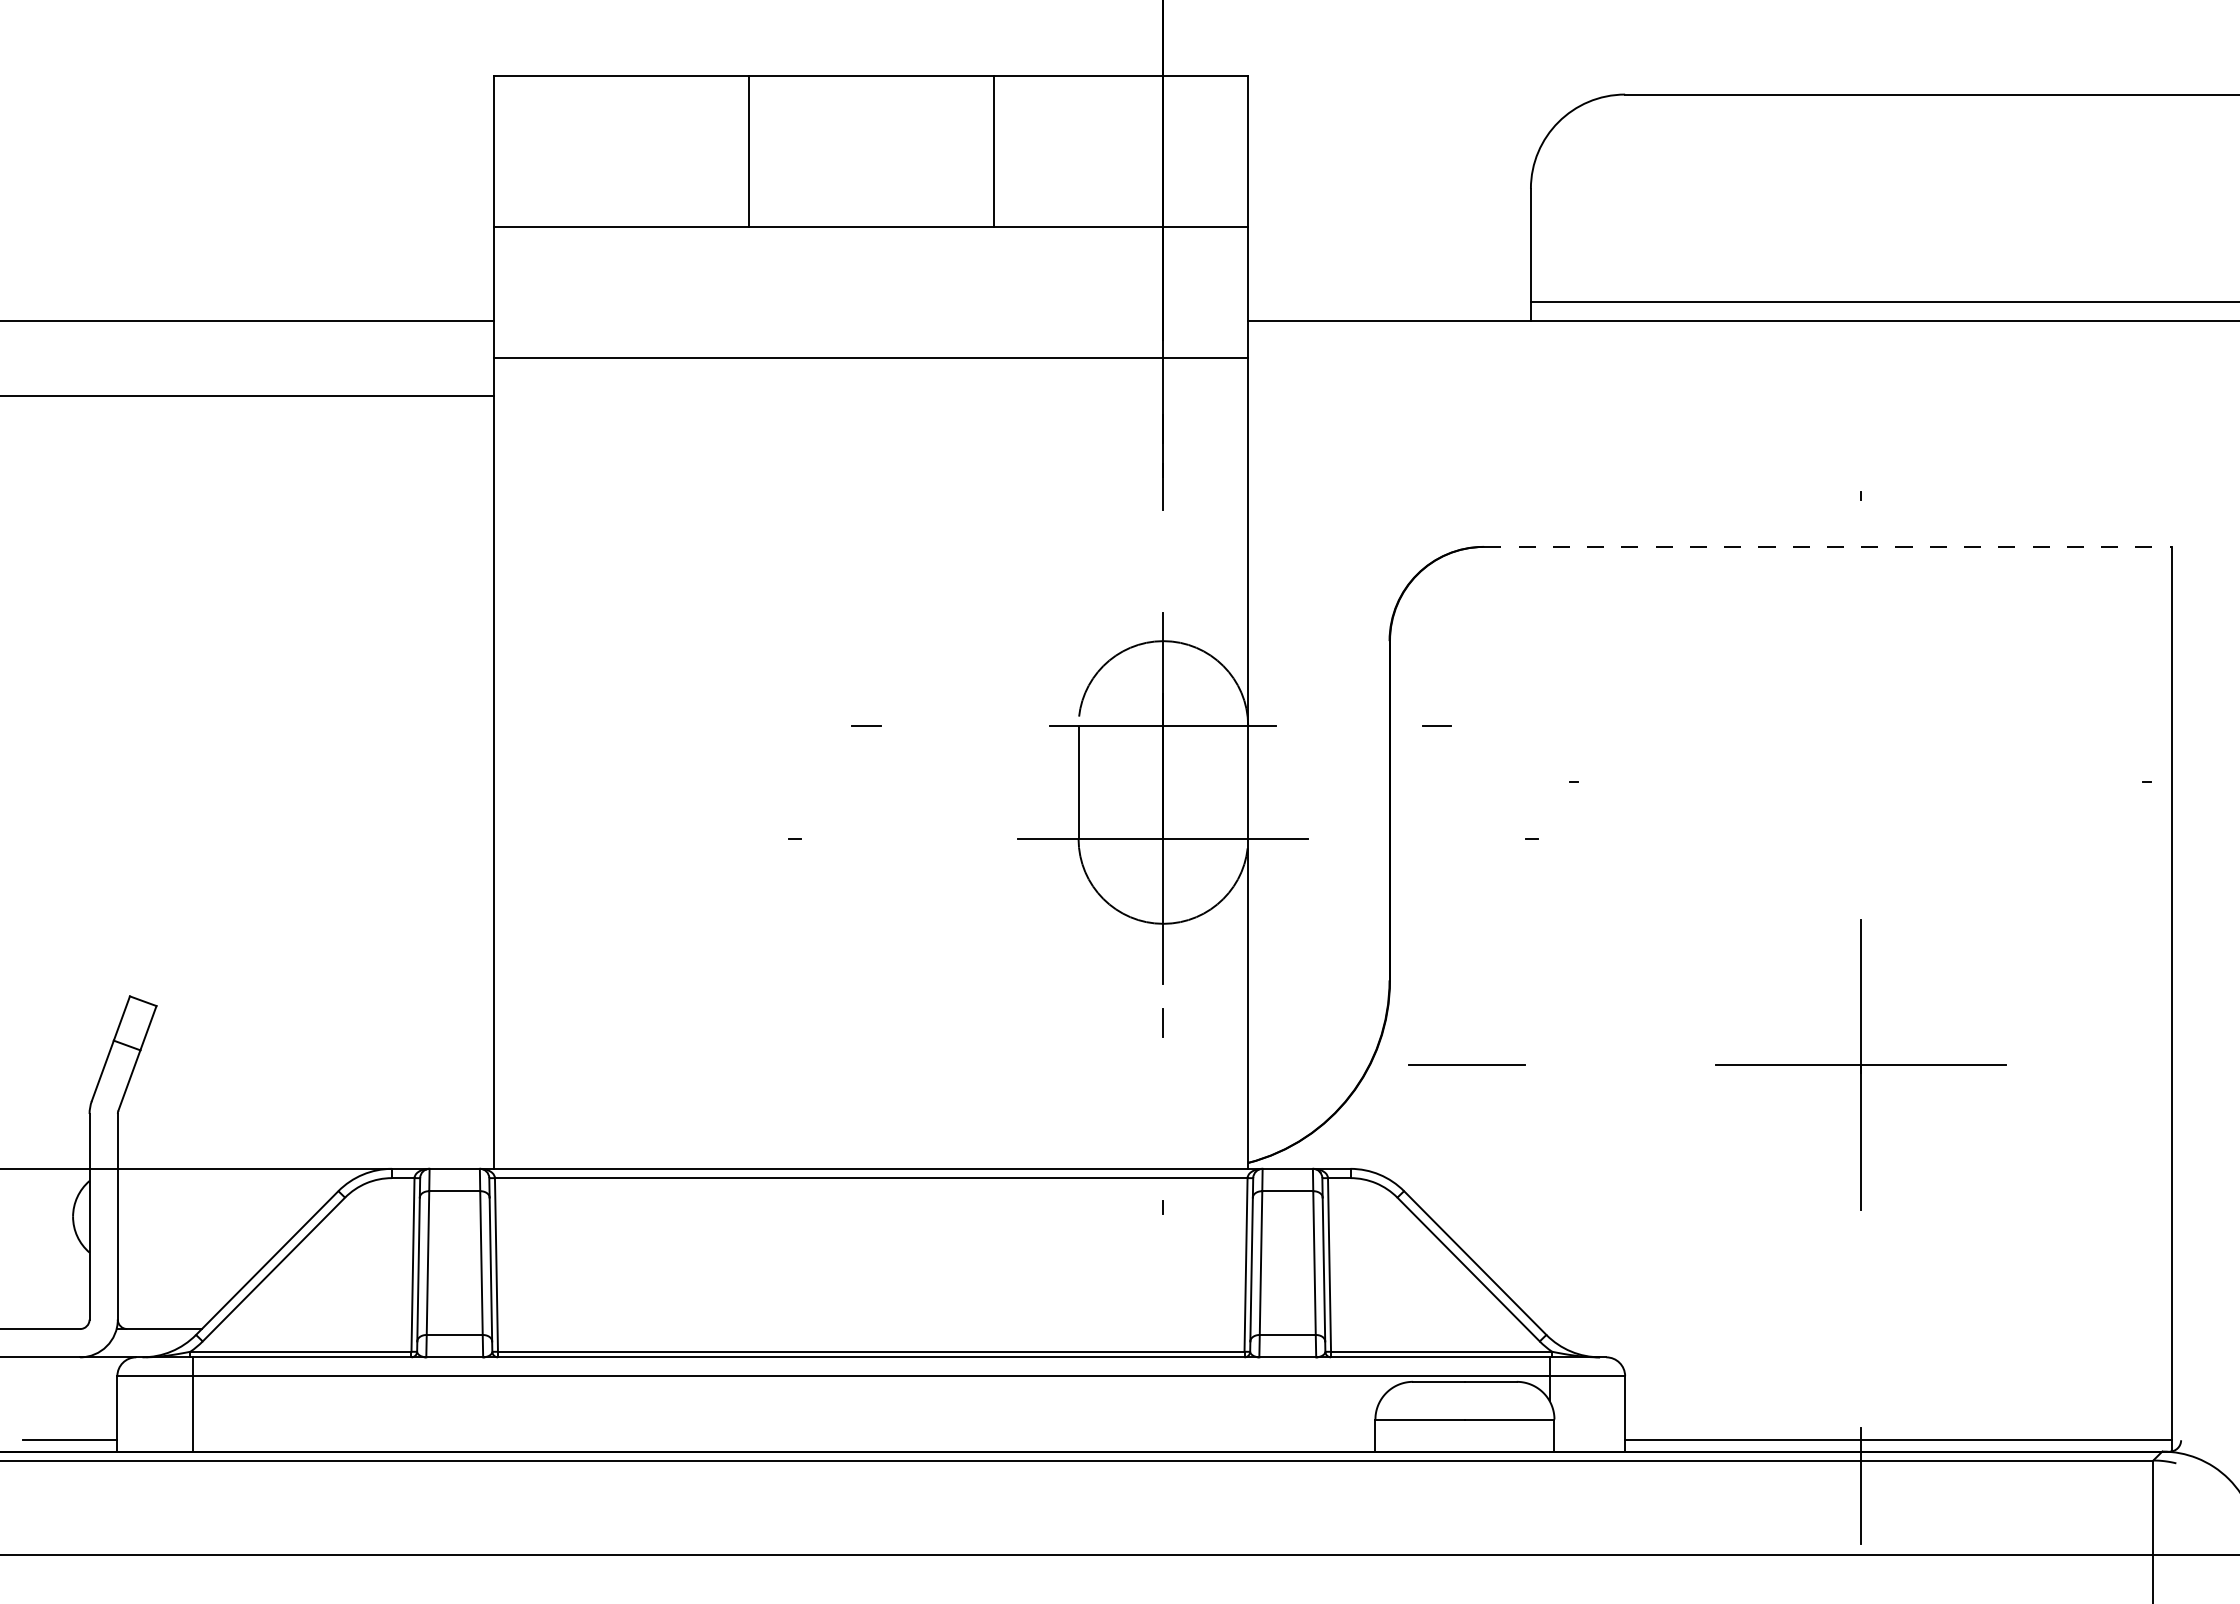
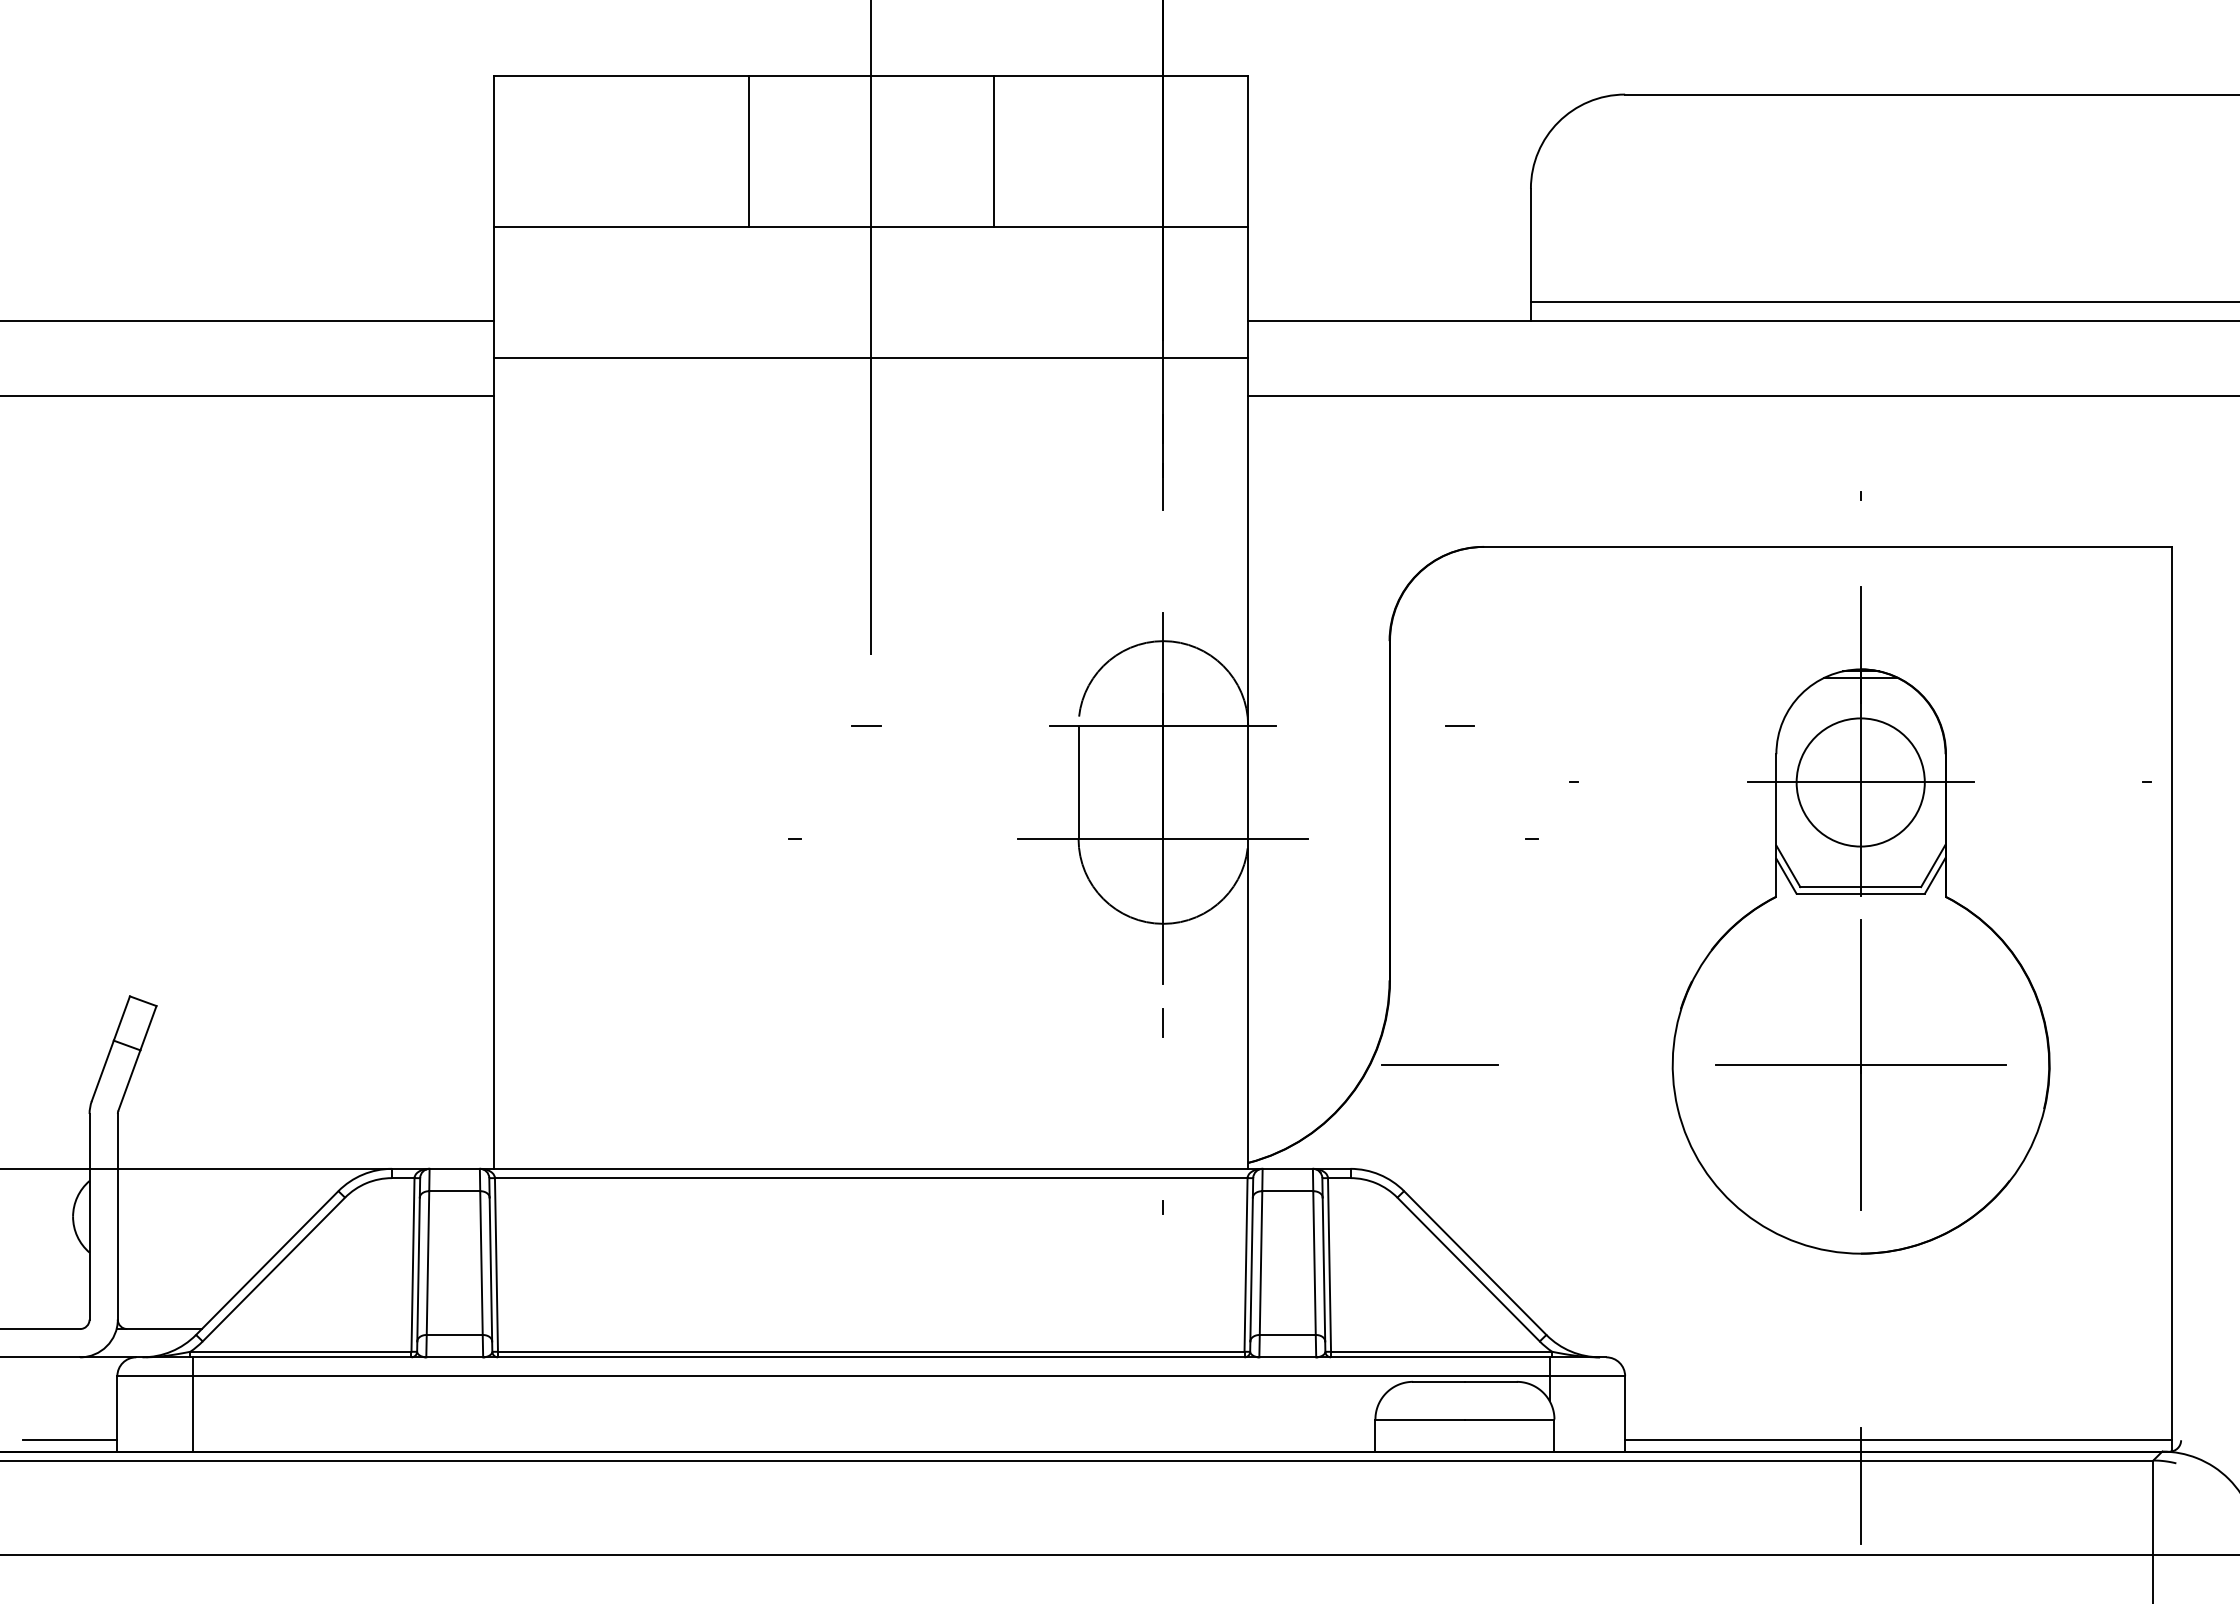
line at (871, 328): none -> present
line at (1742, 396): none -> present
line at (1827, 546): dashed -> solid
line at (1436, 725) position: (1436, 725) -> (1459, 725)
part at (1860, 920): none -> present
line at (1466, 1064) position: (1466, 1064) -> (1439, 1064)
